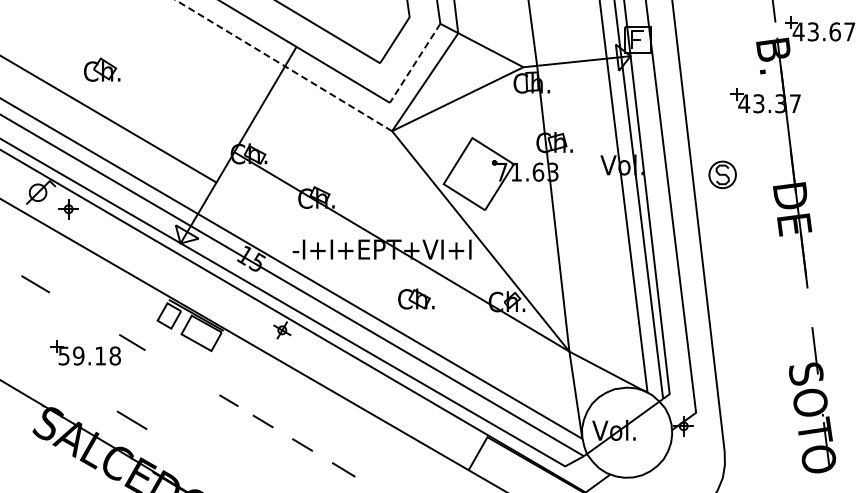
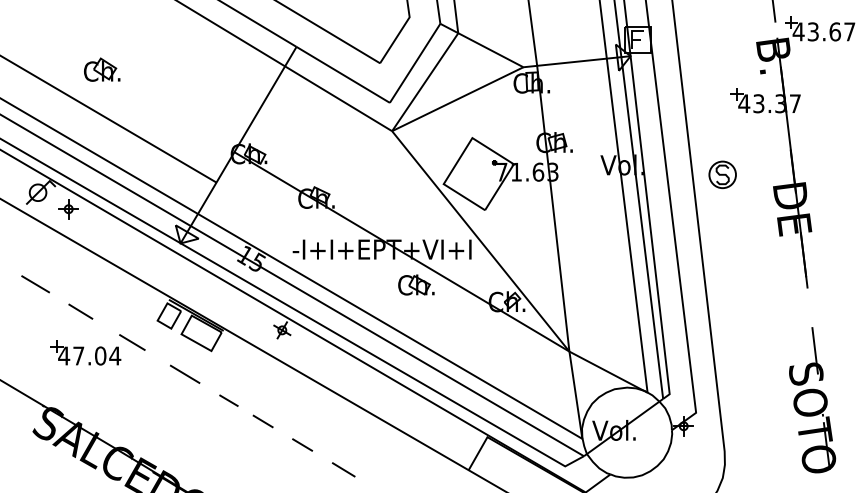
line at (415, 63): dashed -> solid
line at (283, 65): dashed -> solid
part at (416, 298) position: (416, 298) -> (416, 284)
line at (80, 311): none -> present
text at (89, 355): 59.18 -> 47.04
line at (132, 419) position: (132, 419) -> (185, 373)
